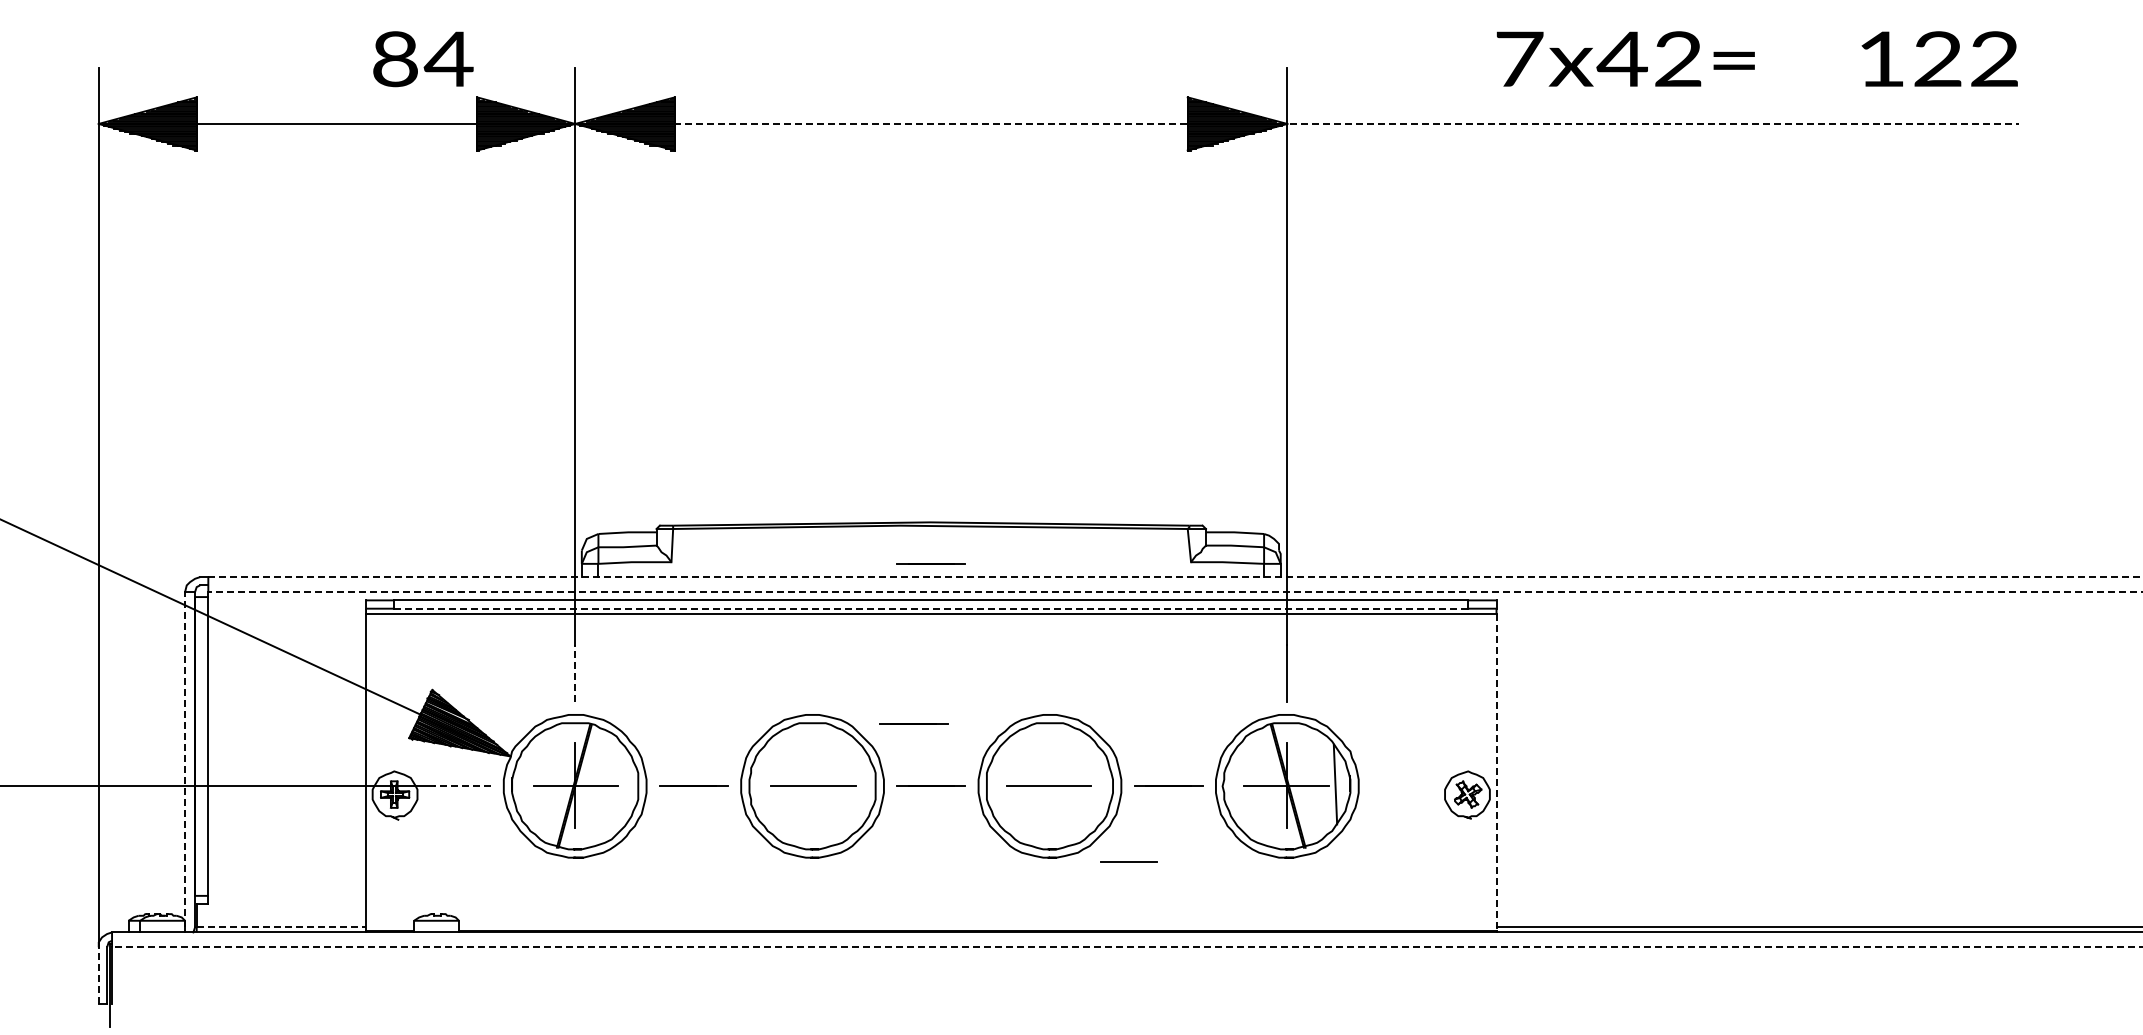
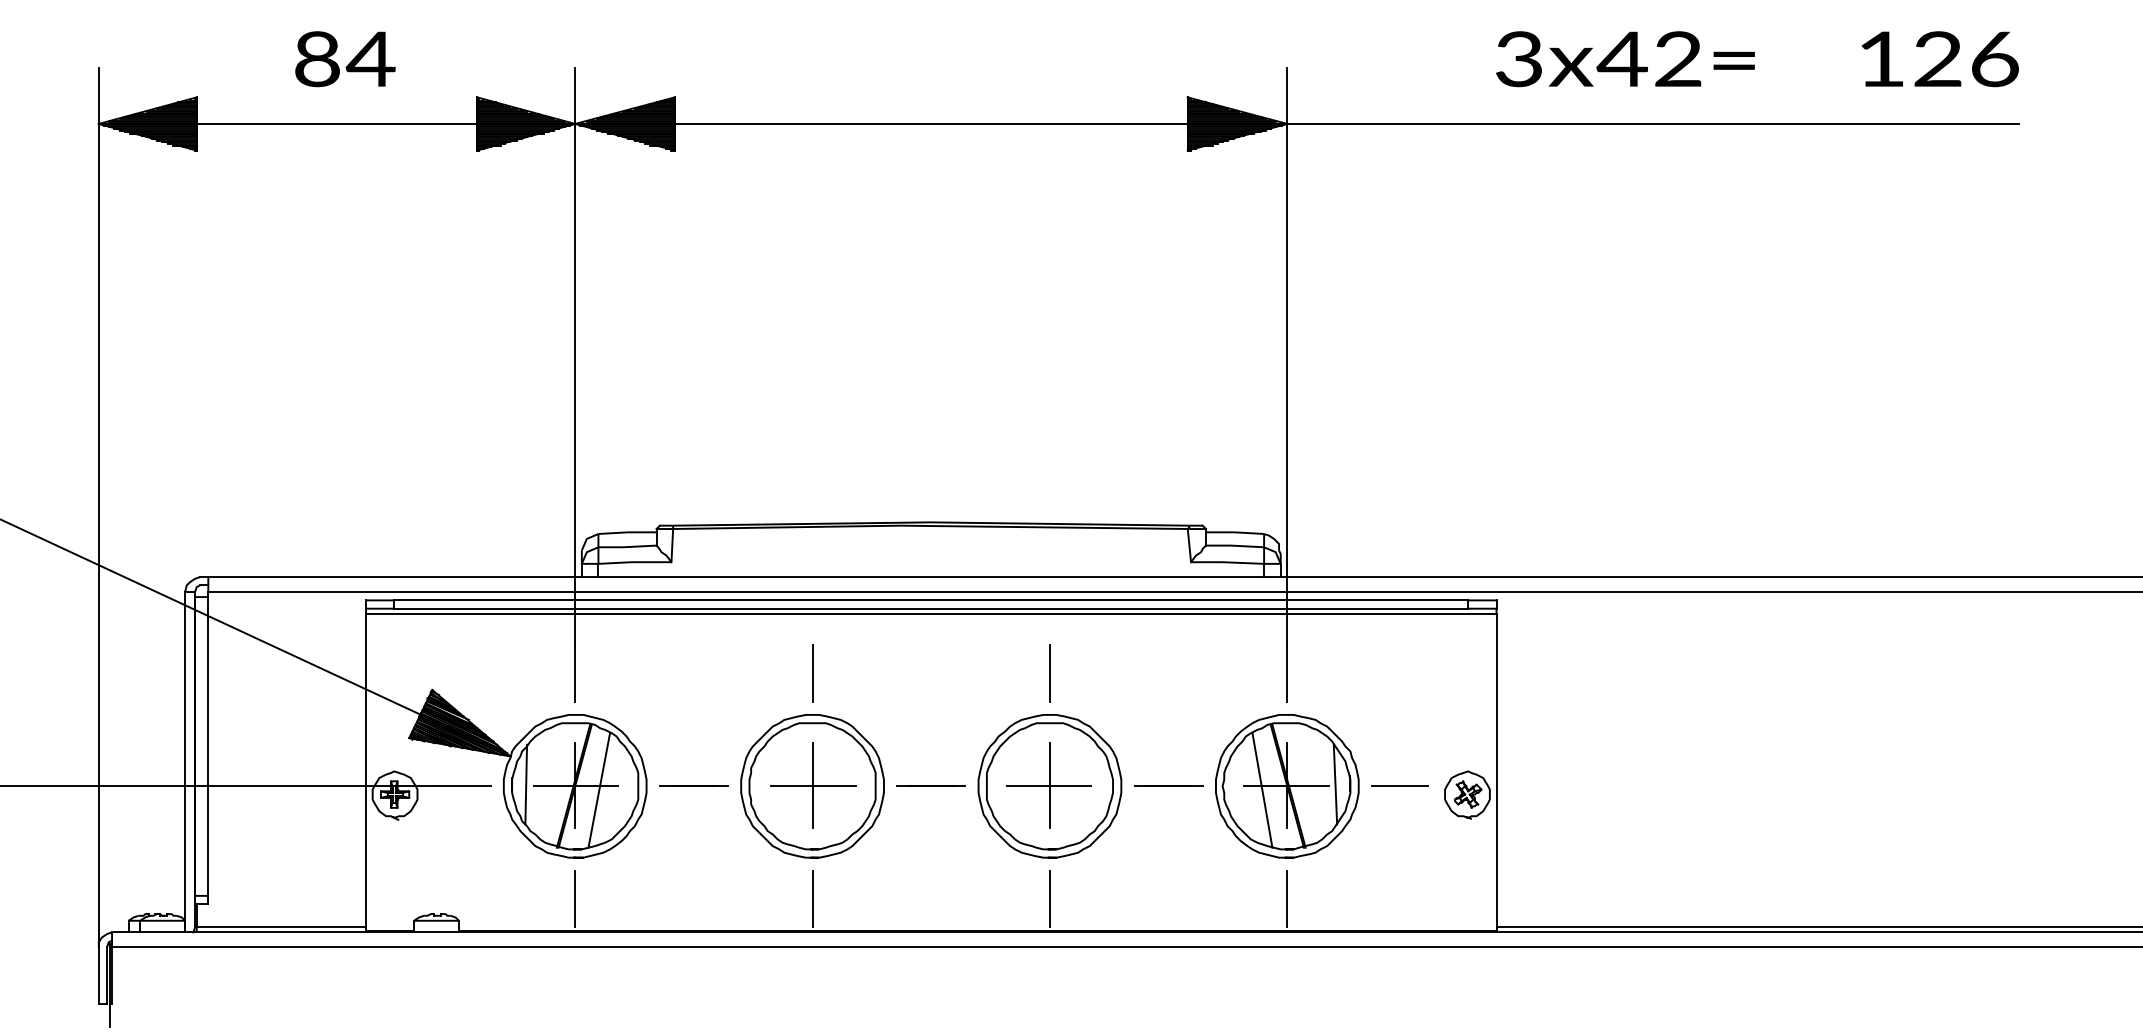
text at (423, 59) position: (423, 59) -> (345, 59)
text at (1519, 59): 7x42= -> 3x42=
text at (1994, 59): 122 -> 126
line at (1297, 123): dashed -> solid
line at (930, 563): present -> none
line at (1175, 577): dashed -> solid
line at (1174, 592): dashed -> solid
line at (930, 608): dashed -> solid
line at (575, 672): dashed -> solid
line at (812, 673): none -> present
line at (1049, 673): none -> present
line at (913, 723): present -> none
line at (185, 759): dashed -> solid
line at (1496, 772): dashed -> solid
line at (526, 784): none -> present
line at (812, 785): none -> present
line at (1049, 785): none -> present
line at (461, 786): dashed -> solid
line at (599, 790): none -> present
line at (1262, 790): none -> present
line at (1128, 861) position: (1128, 861) -> (1399, 785)
line at (575, 898): none -> present
line at (812, 898): none -> present
line at (1049, 898): none -> present
line at (1287, 898): none -> present
line at (281, 927): dashed -> solid
line at (1126, 947): dashed -> solid
line at (98, 975): dashed -> solid
